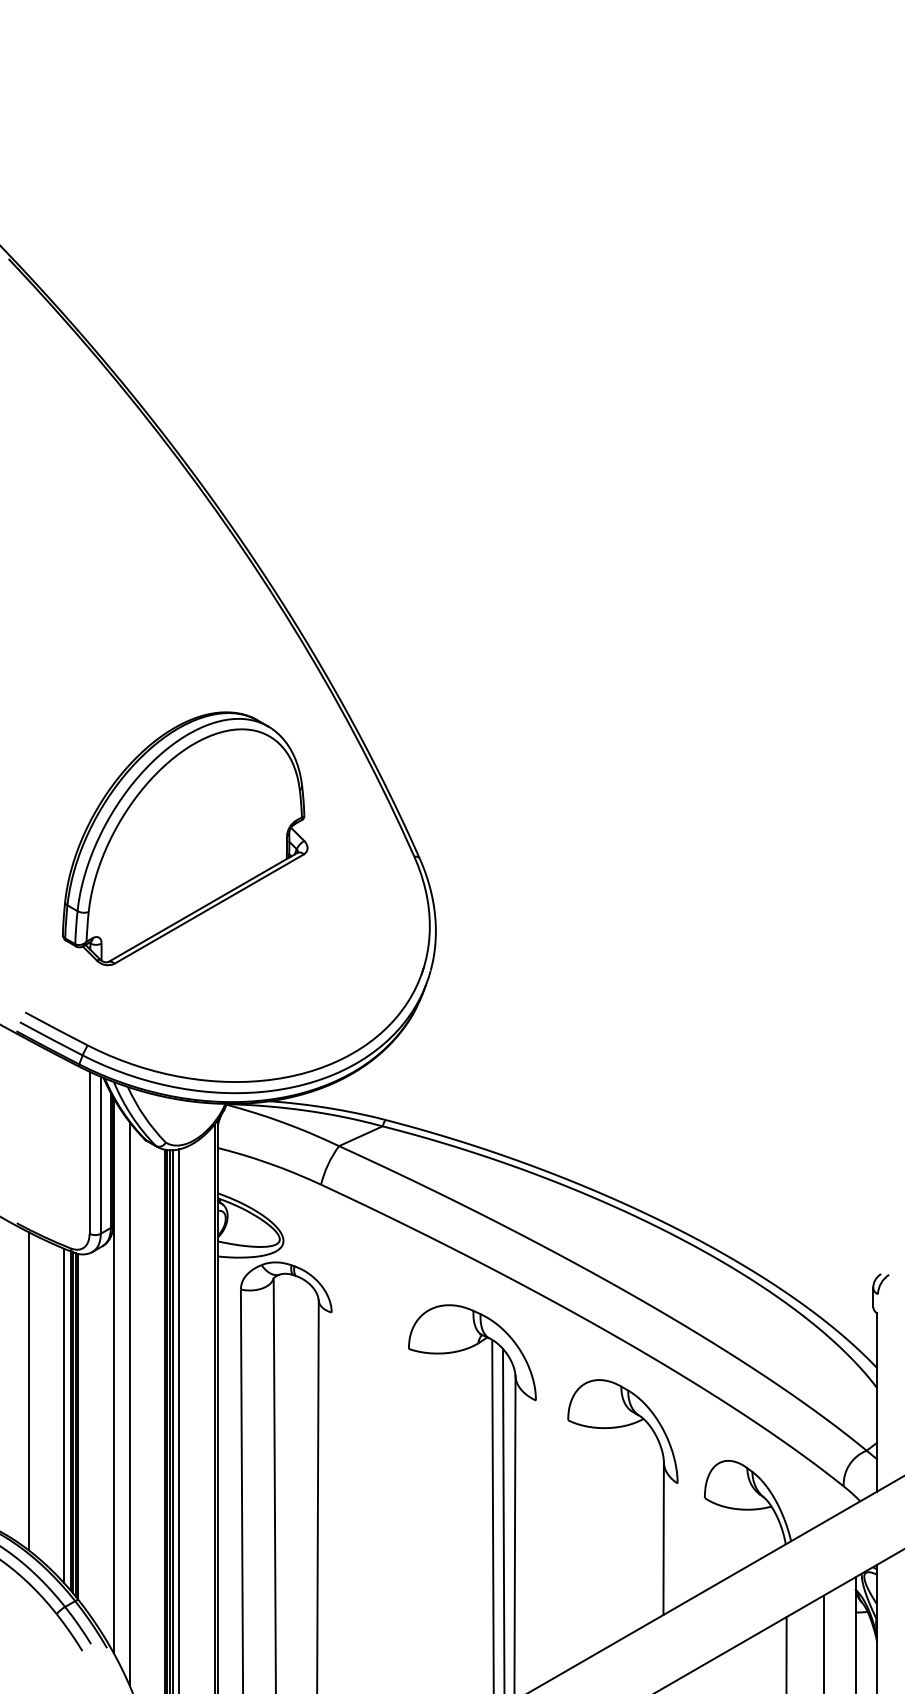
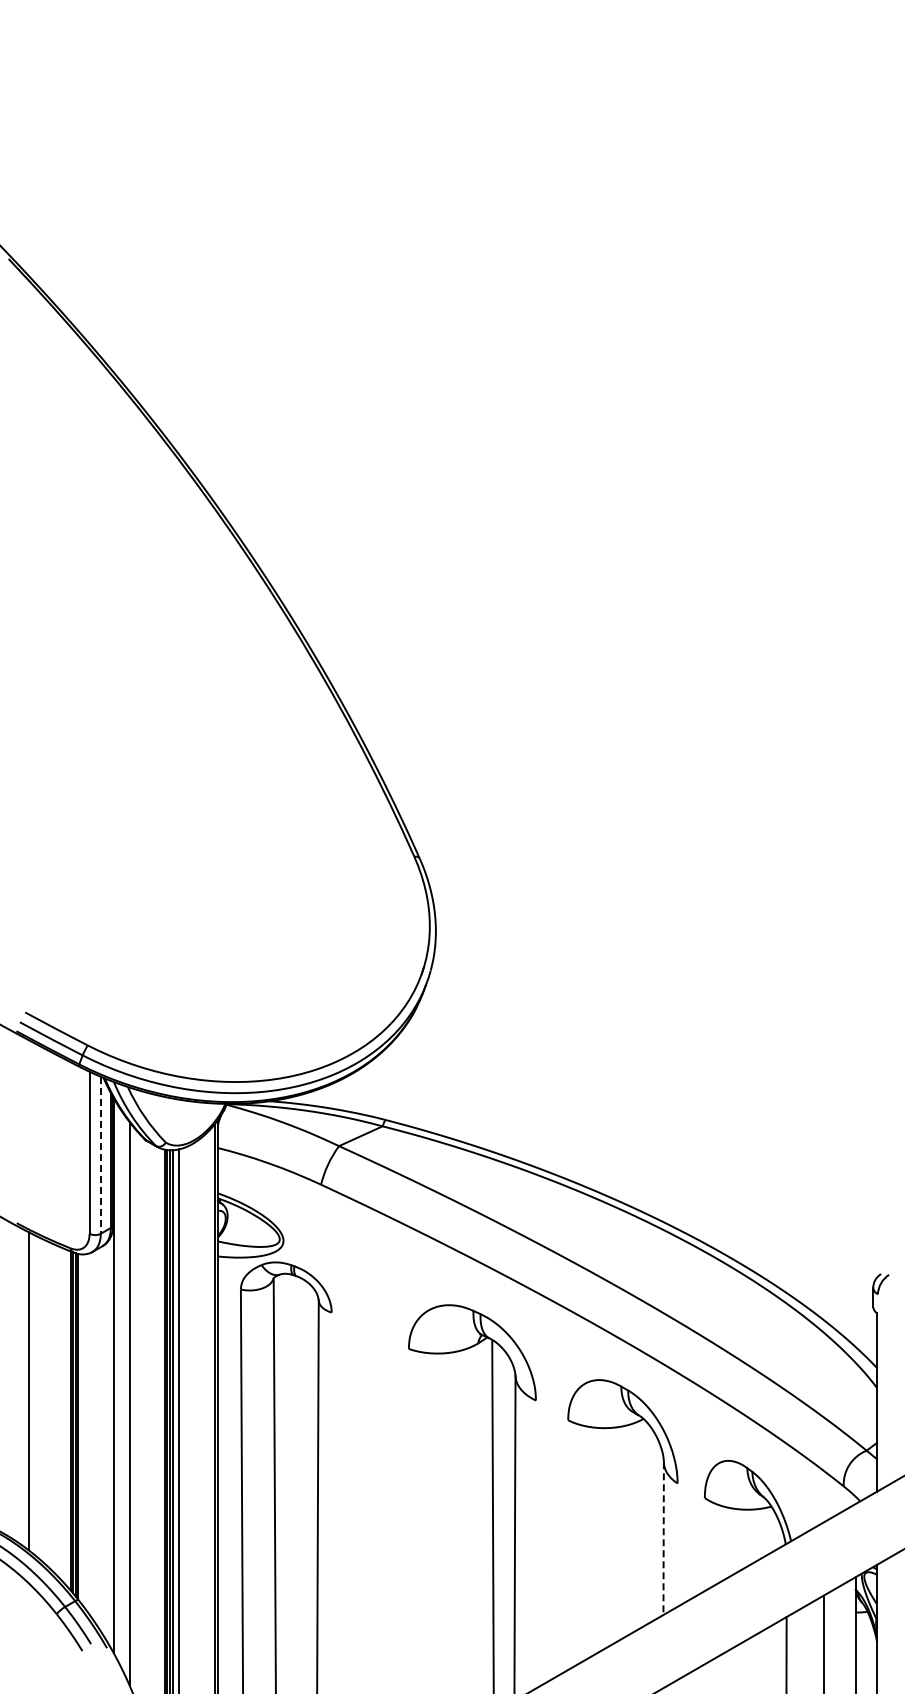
part at (185, 838): present -> none
line at (100, 1155): solid -> dashed
line at (64, 1415): present -> none
line at (503, 1519): present -> none
line at (663, 1539): solid -> dashed
